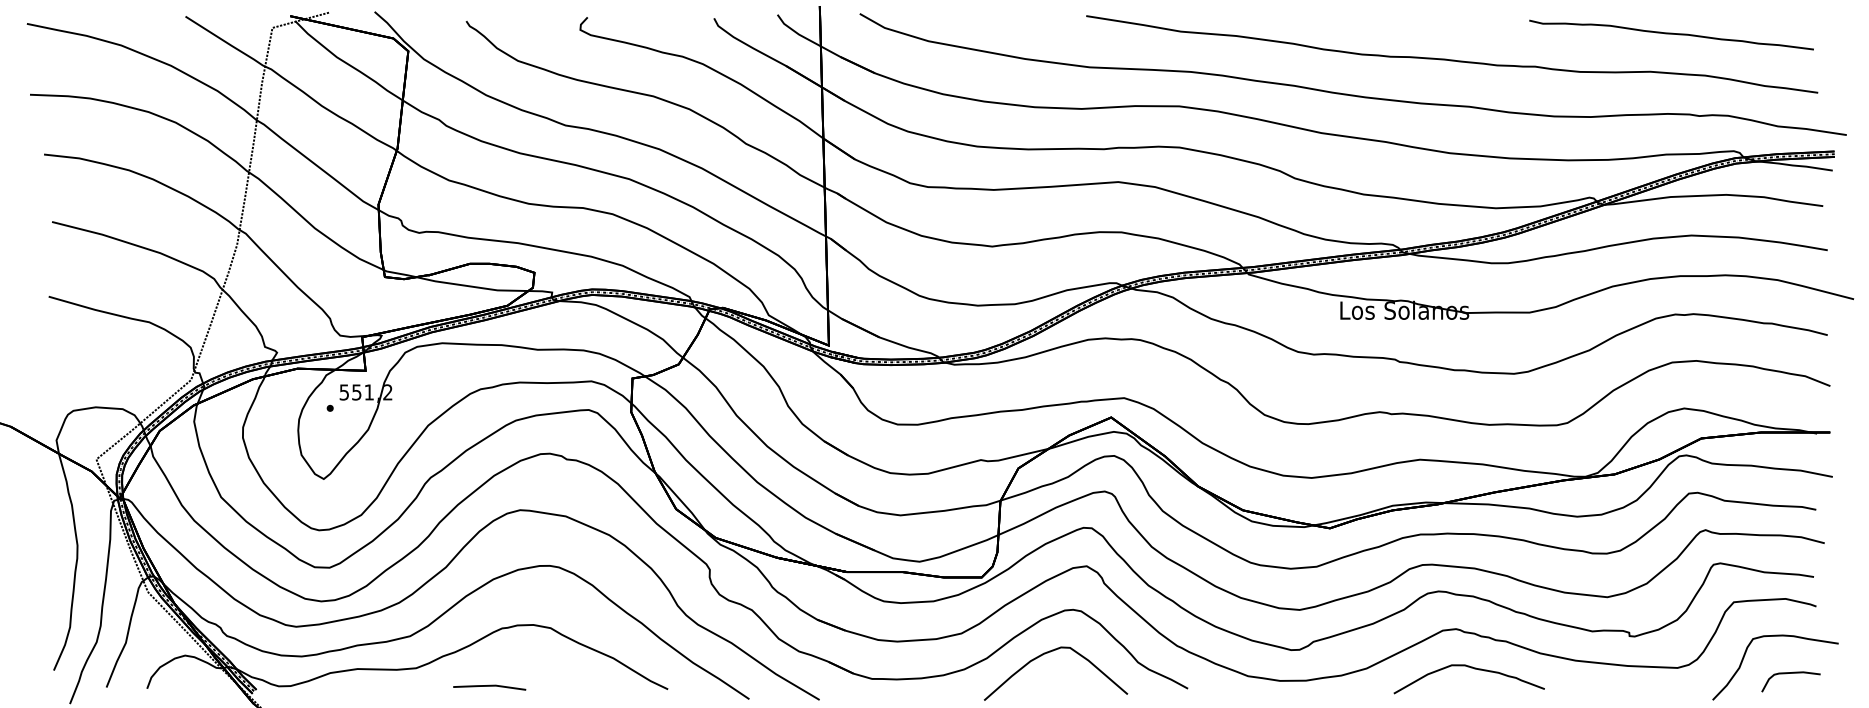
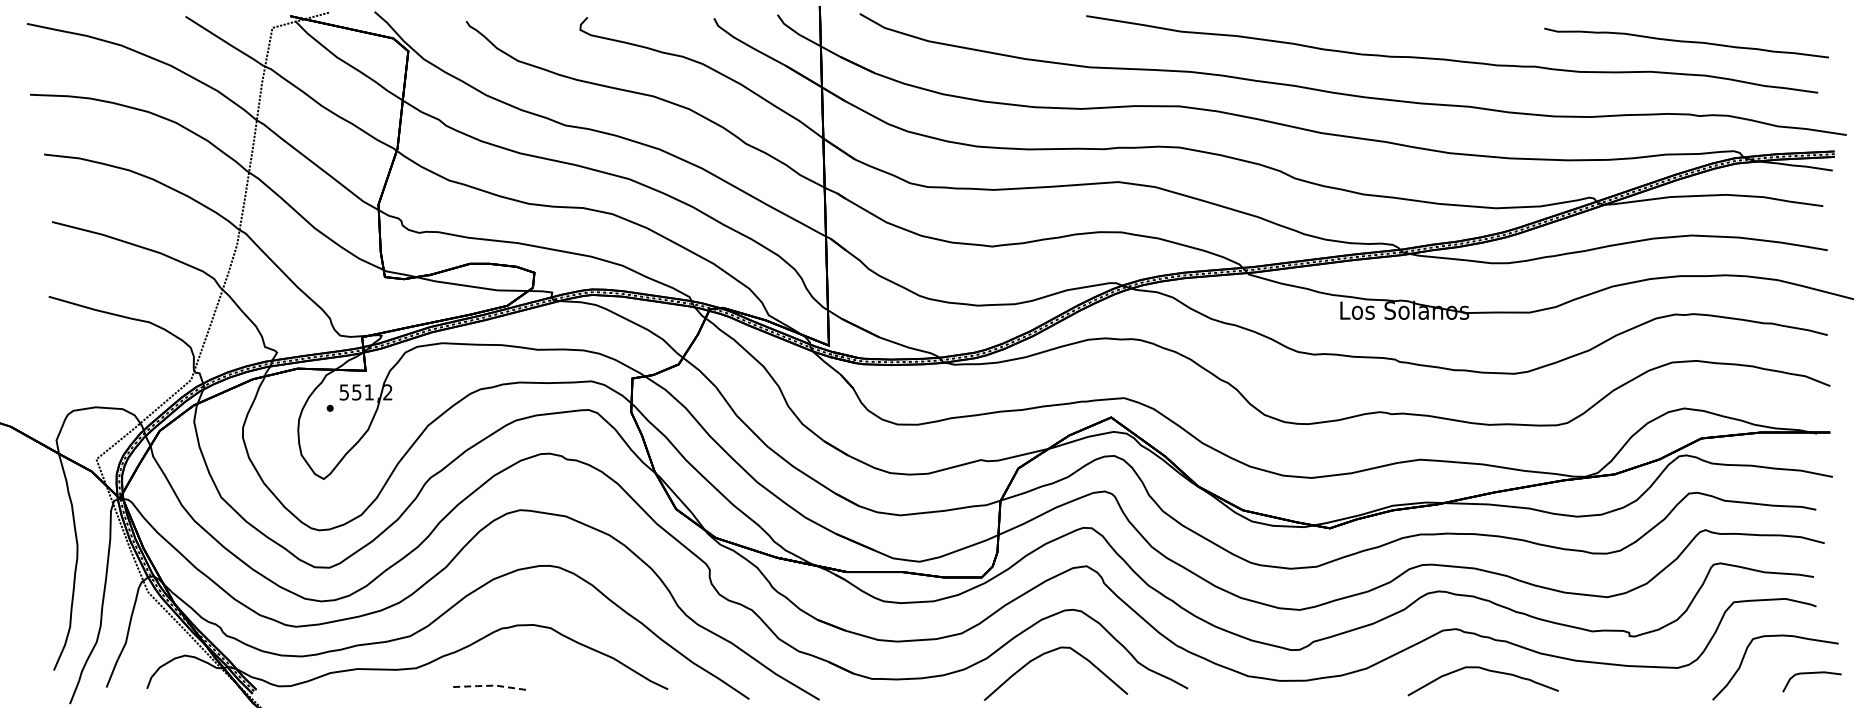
curve at (1671, 34) position: (1671, 34) -> (1686, 42)
curve at (1471, 668) position: (1471, 668) -> (1485, 670)
curve at (1790, 673) position: (1790, 673) -> (1811, 673)
line at (490, 685): solid -> dashed
